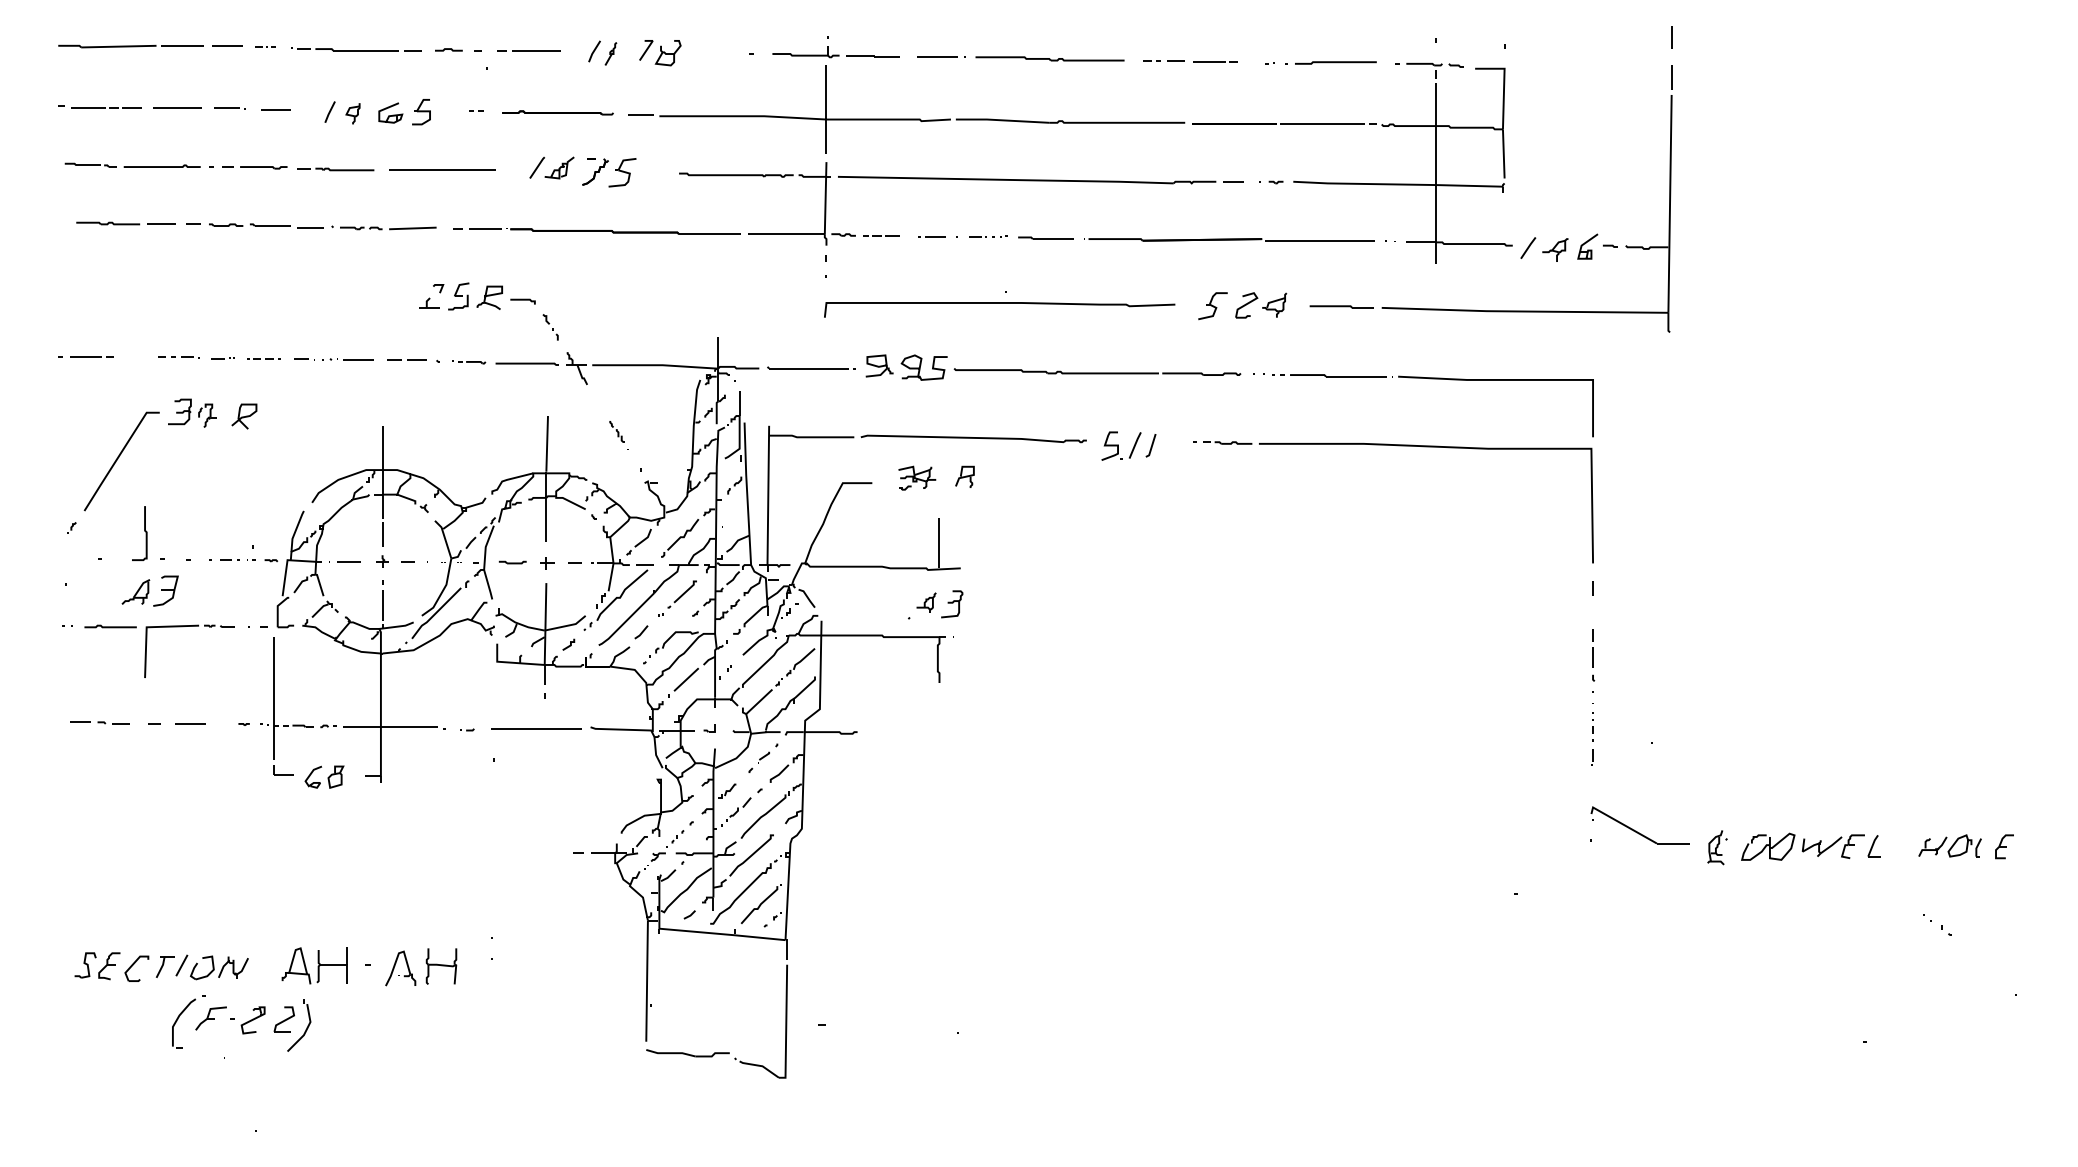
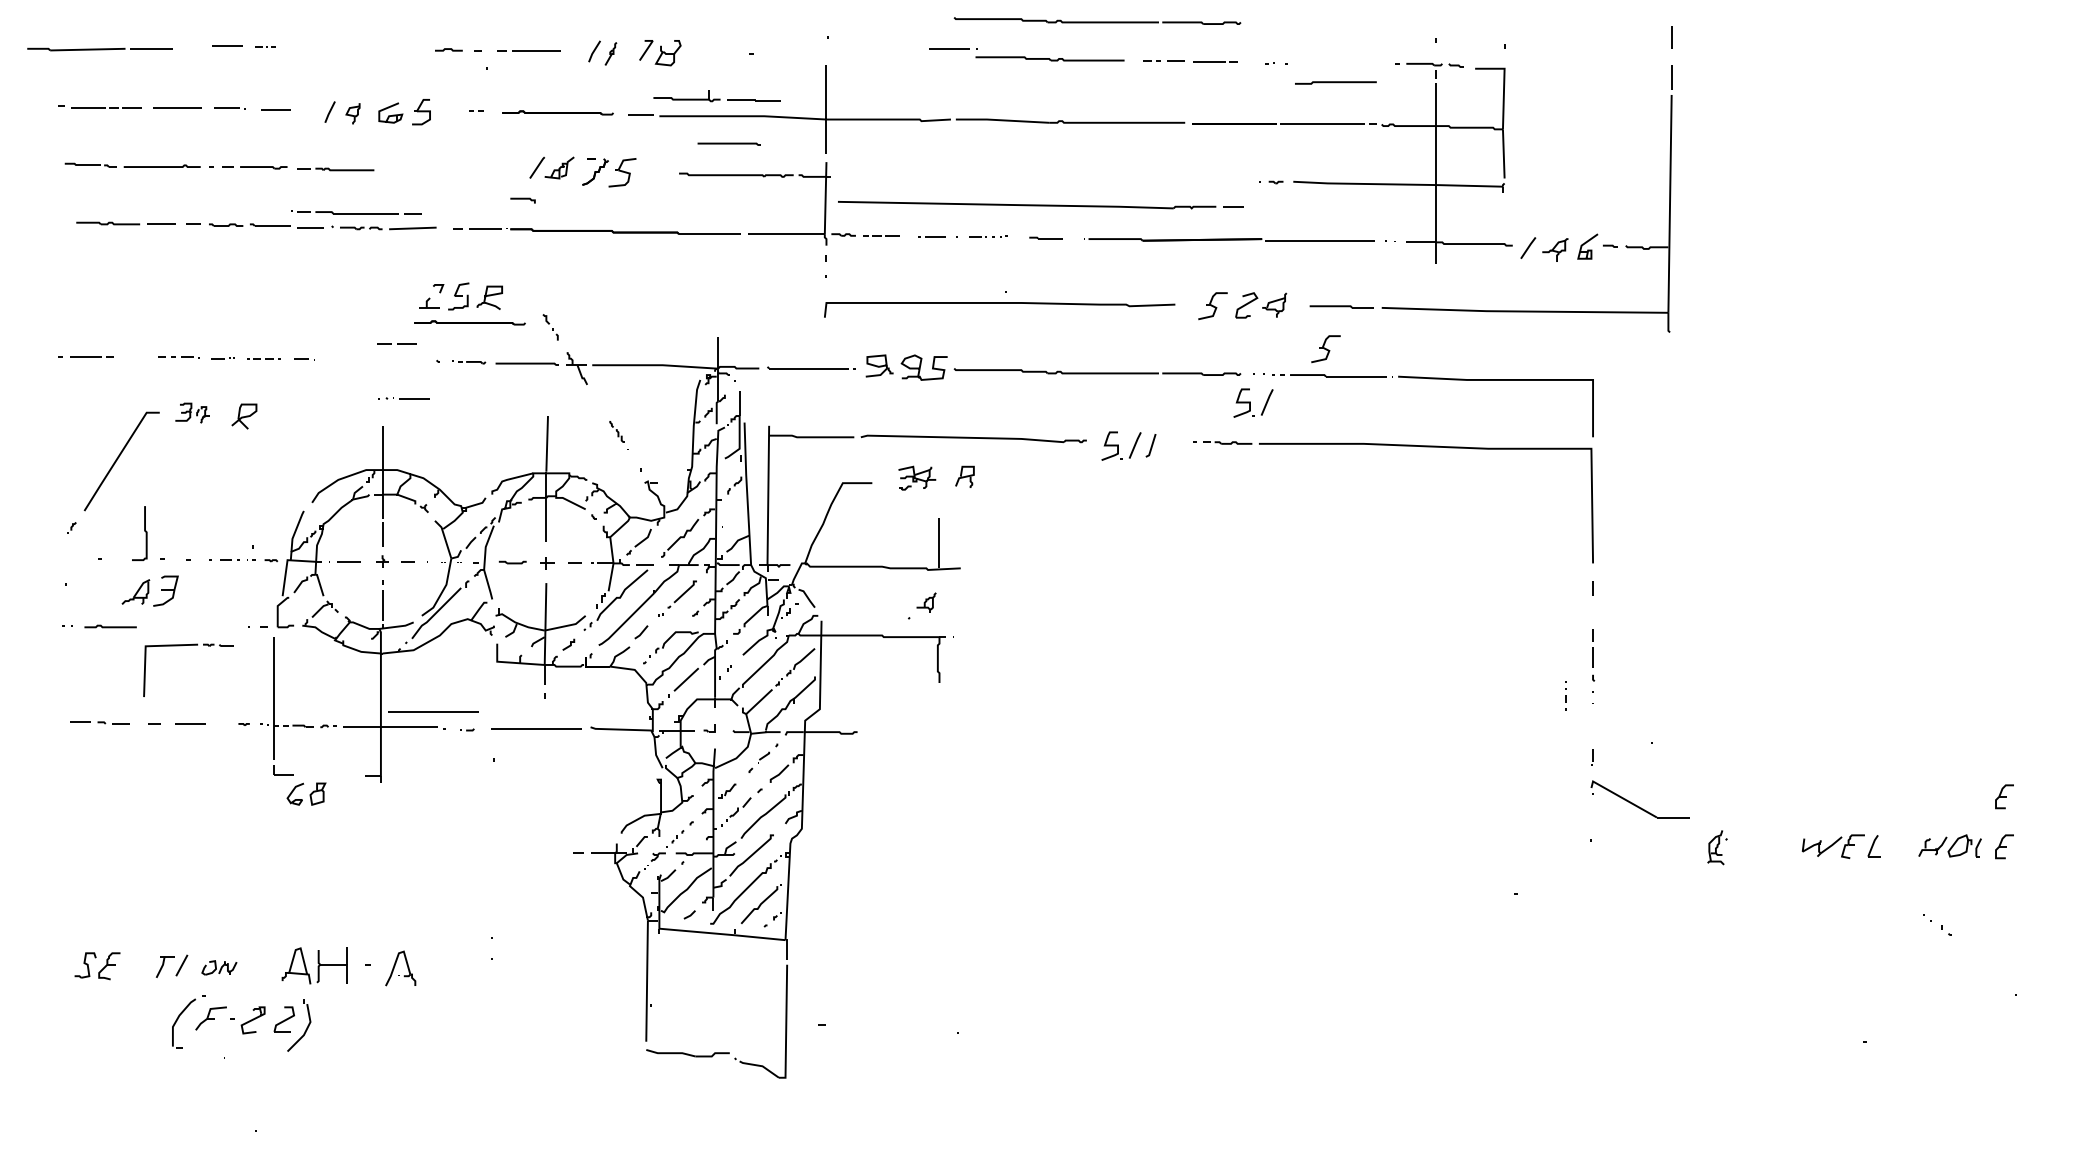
part at (1097, 20): none -> present
part at (130, 46) position: (130, 46) -> (99, 49)
part at (356, 49) position: (356, 49) -> (356, 212)
part at (835, 52) position: (835, 52) -> (716, 96)
line at (941, 56) position: (941, 56) -> (953, 48)
line at (1335, 62) position: (1335, 62) -> (1335, 82)
line at (728, 143): none -> present
line at (442, 169): present -> none
part at (1040, 180) position: (1040, 180) -> (1040, 205)
part at (1045, 237) size: 56x4 px -> 34x4 px
line at (522, 300) position: (522, 300) -> (522, 199)
part at (469, 322): none -> present
part at (1325, 349): none -> present
part at (347, 359) position: (347, 359) -> (403, 398)
line at (407, 359) position: (407, 359) -> (397, 343)
part at (1253, 402): none -> present
part at (192, 412) size: 49x30 px -> 35x22 px
part at (952, 604): present -> none
part at (183, 627) position: (183, 627) -> (182, 646)
line at (433, 711): none -> present
part at (1592, 726) position: (1592, 726) -> (1565, 695)
part at (324, 776) position: (324, 776) -> (306, 793)
part at (2004, 796): none -> present
part at (1639, 825) position: (1639, 825) -> (1639, 799)
part at (1768, 846): present -> none
part at (441, 966): present -> none
part at (219, 967) size: 59x26 px -> 37x16 px
part at (136, 968): present -> none
